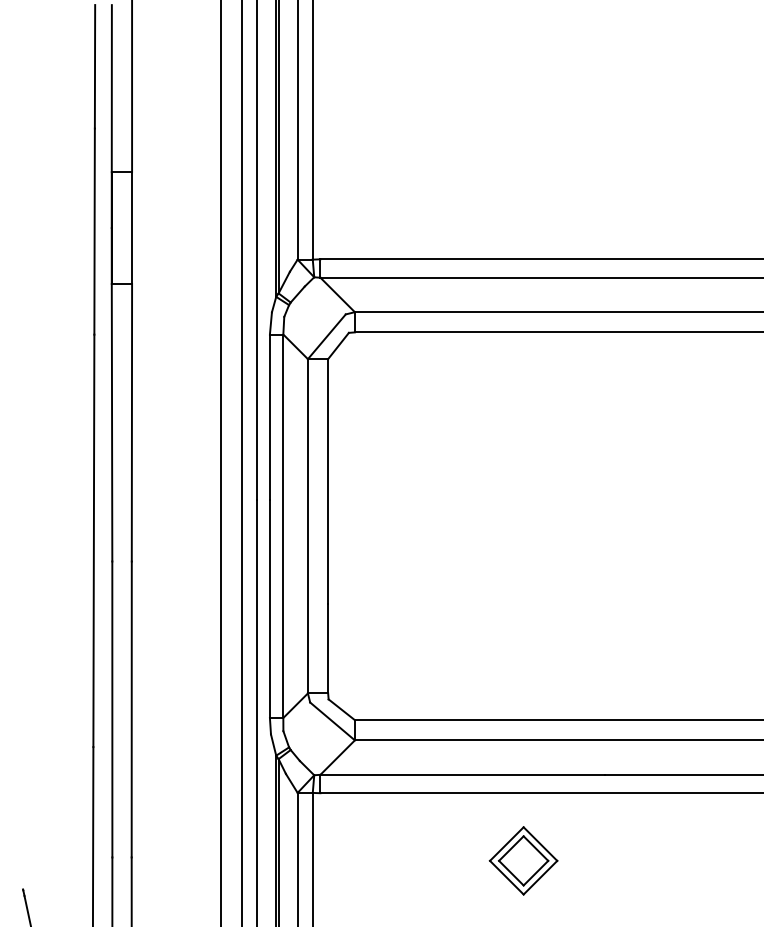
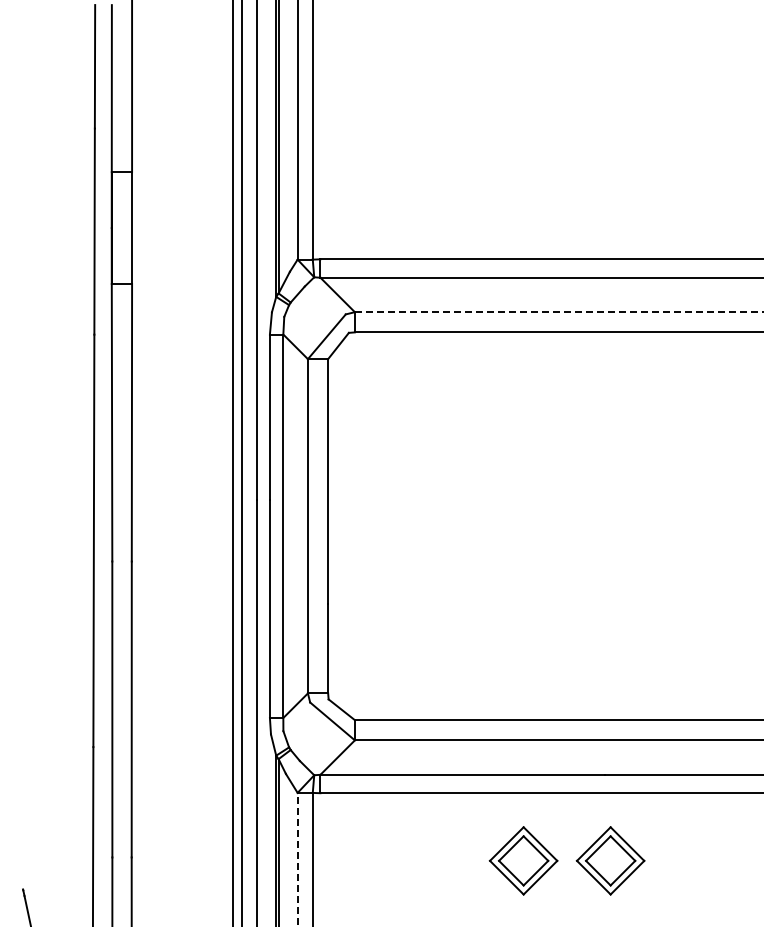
line at (559, 312): solid -> dashed
line at (221, 462) position: (221, 462) -> (233, 462)
line at (297, 859): solid -> dashed
part at (610, 860): none -> present
